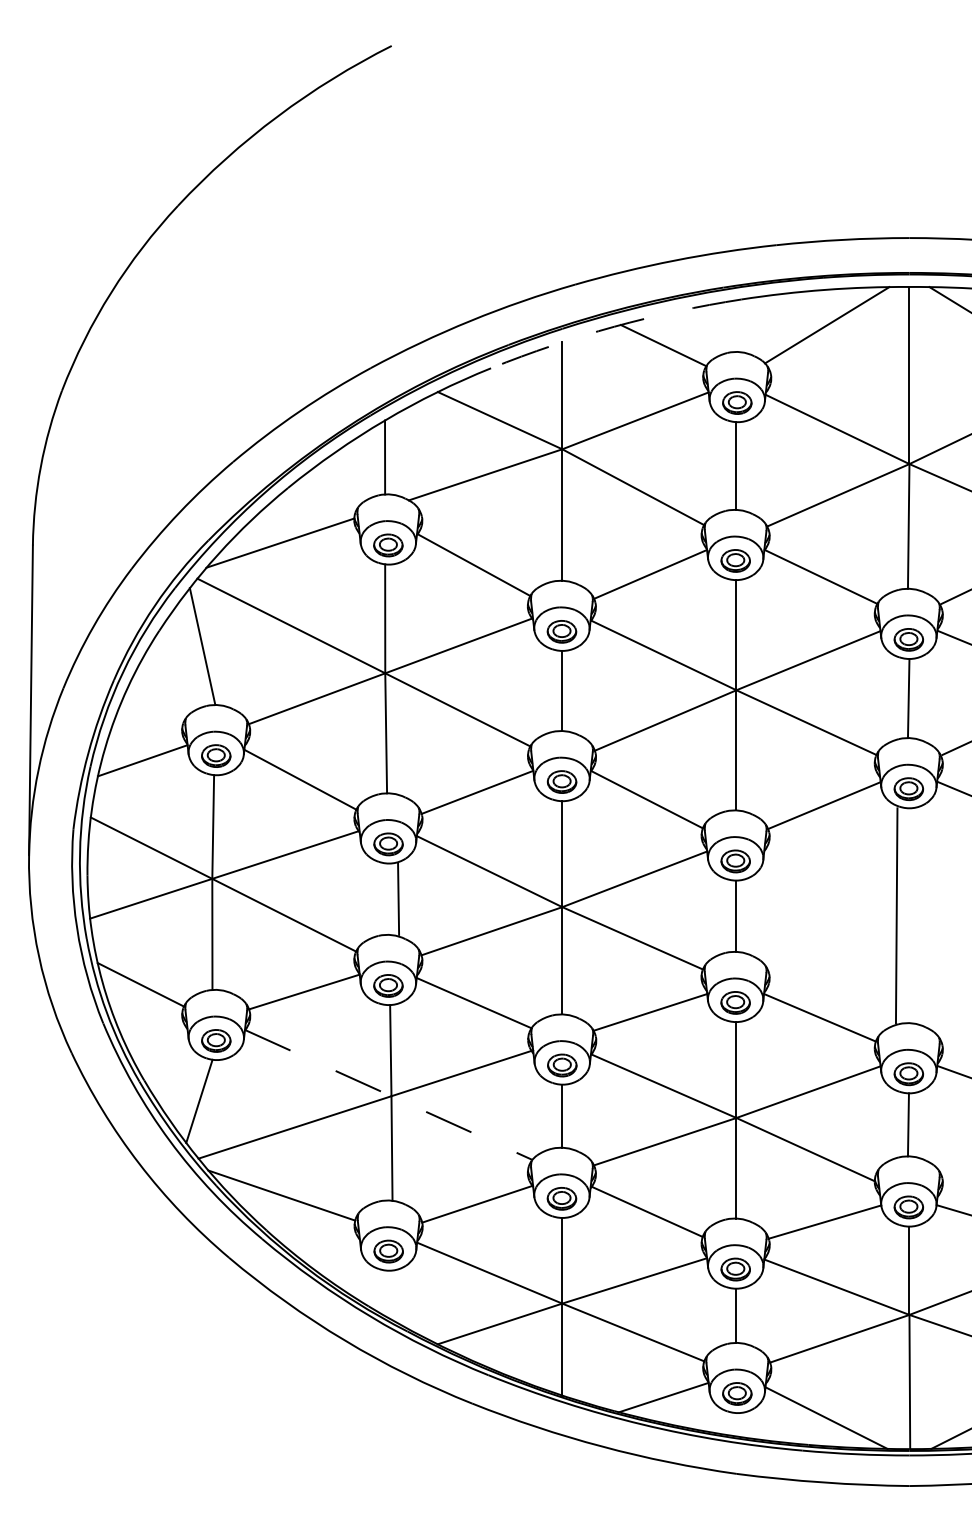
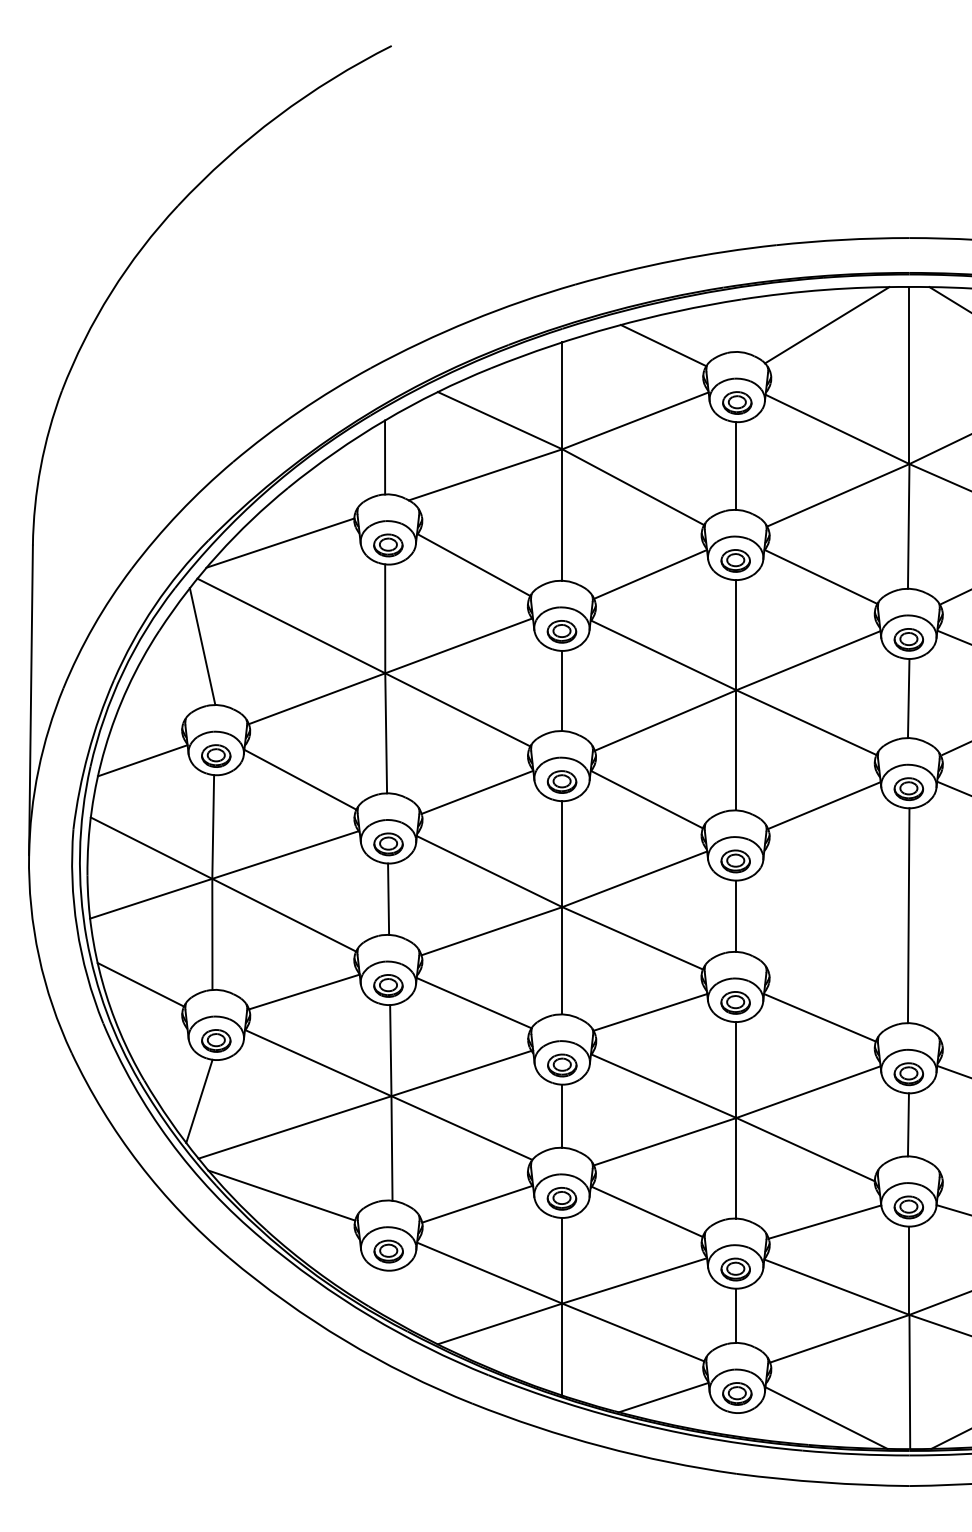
arc at (614, 326): dashed -> solid
line at (398, 898) position: (398, 898) -> (388, 898)
line at (896, 915) position: (896, 915) -> (908, 915)
line at (388, 1094): dashed -> solid
